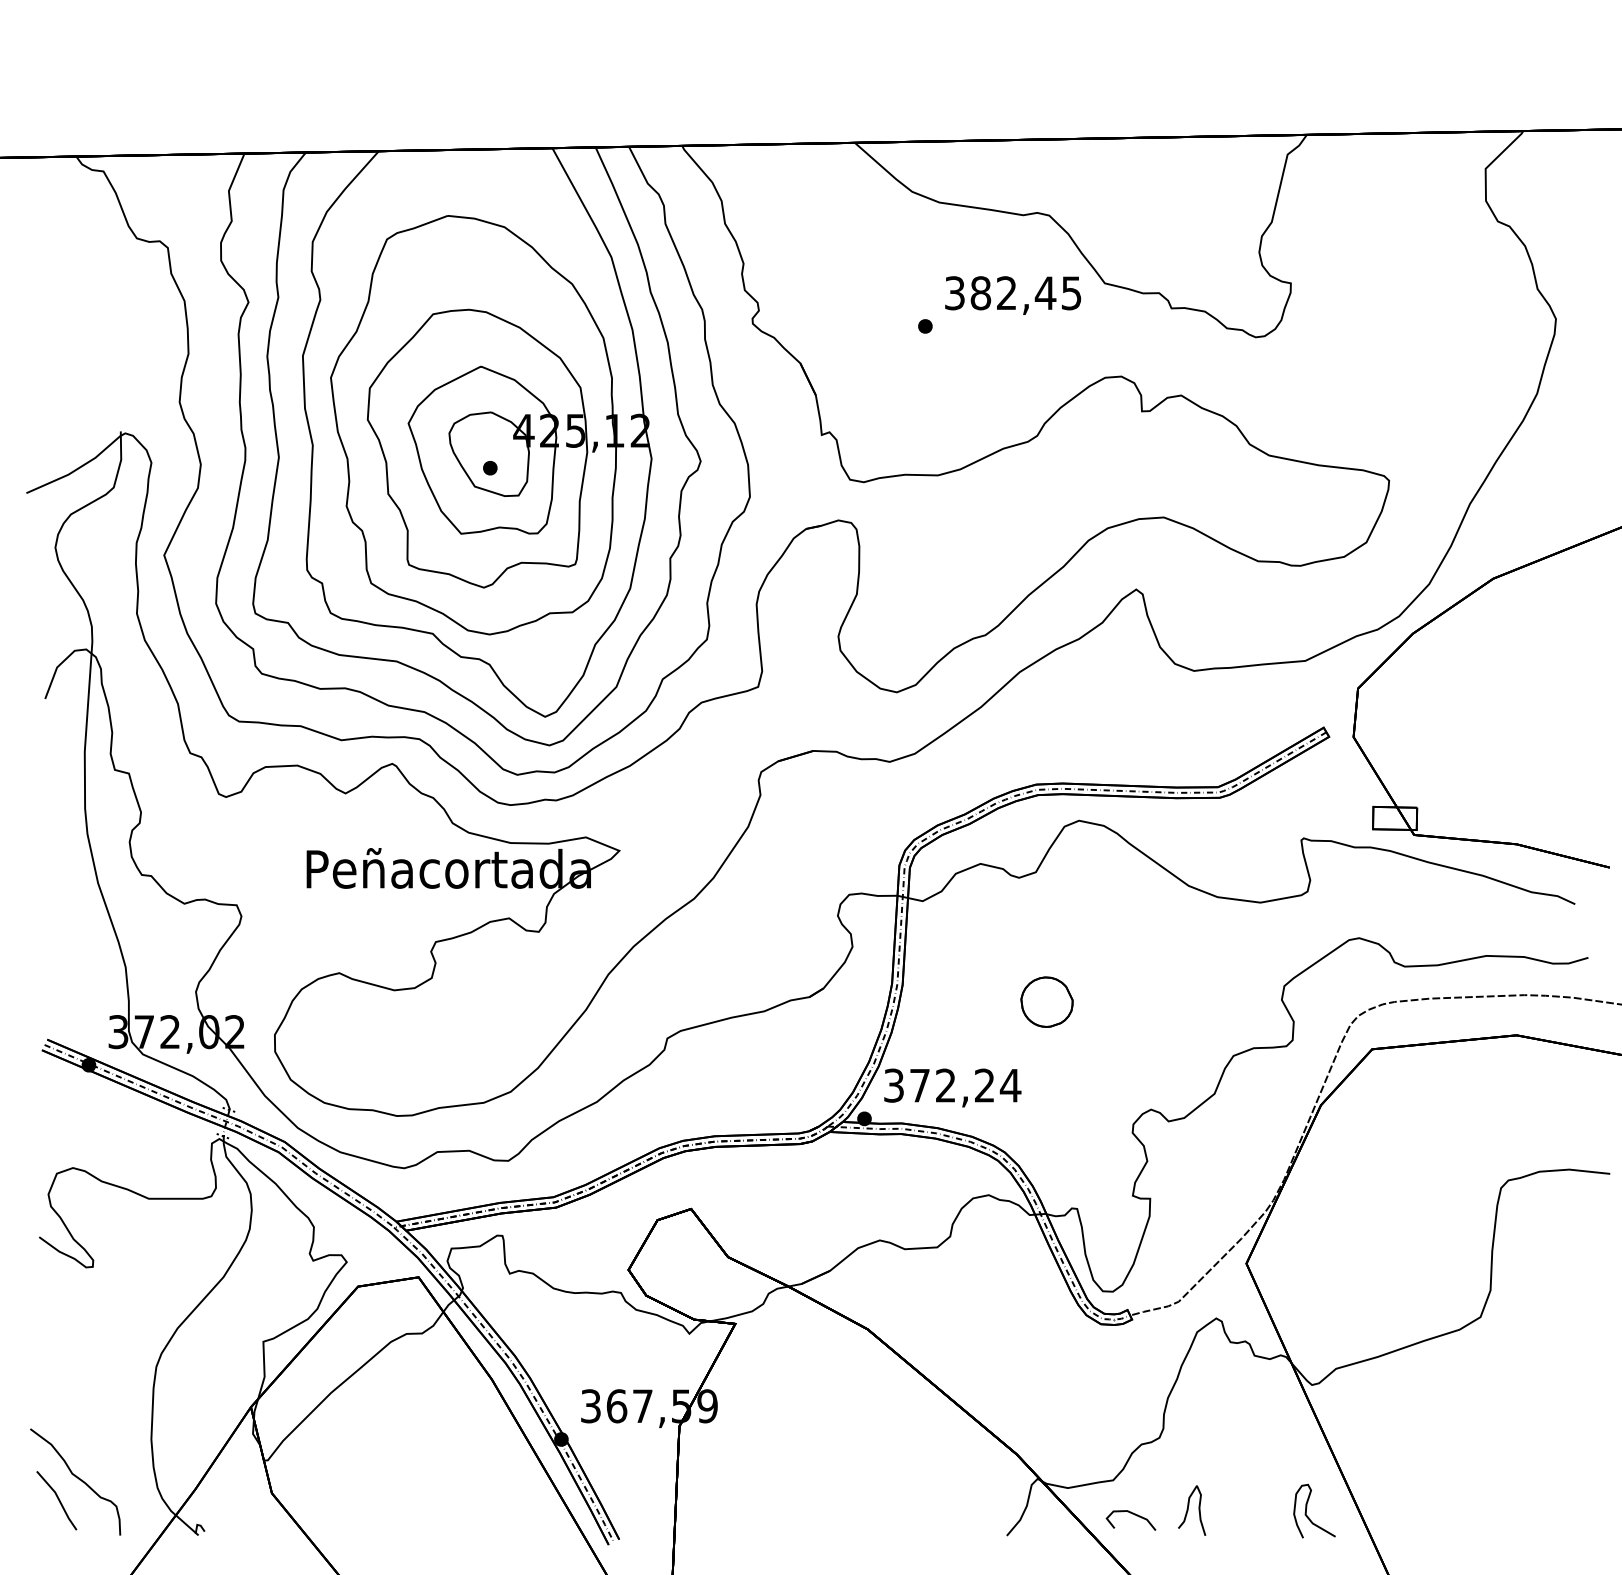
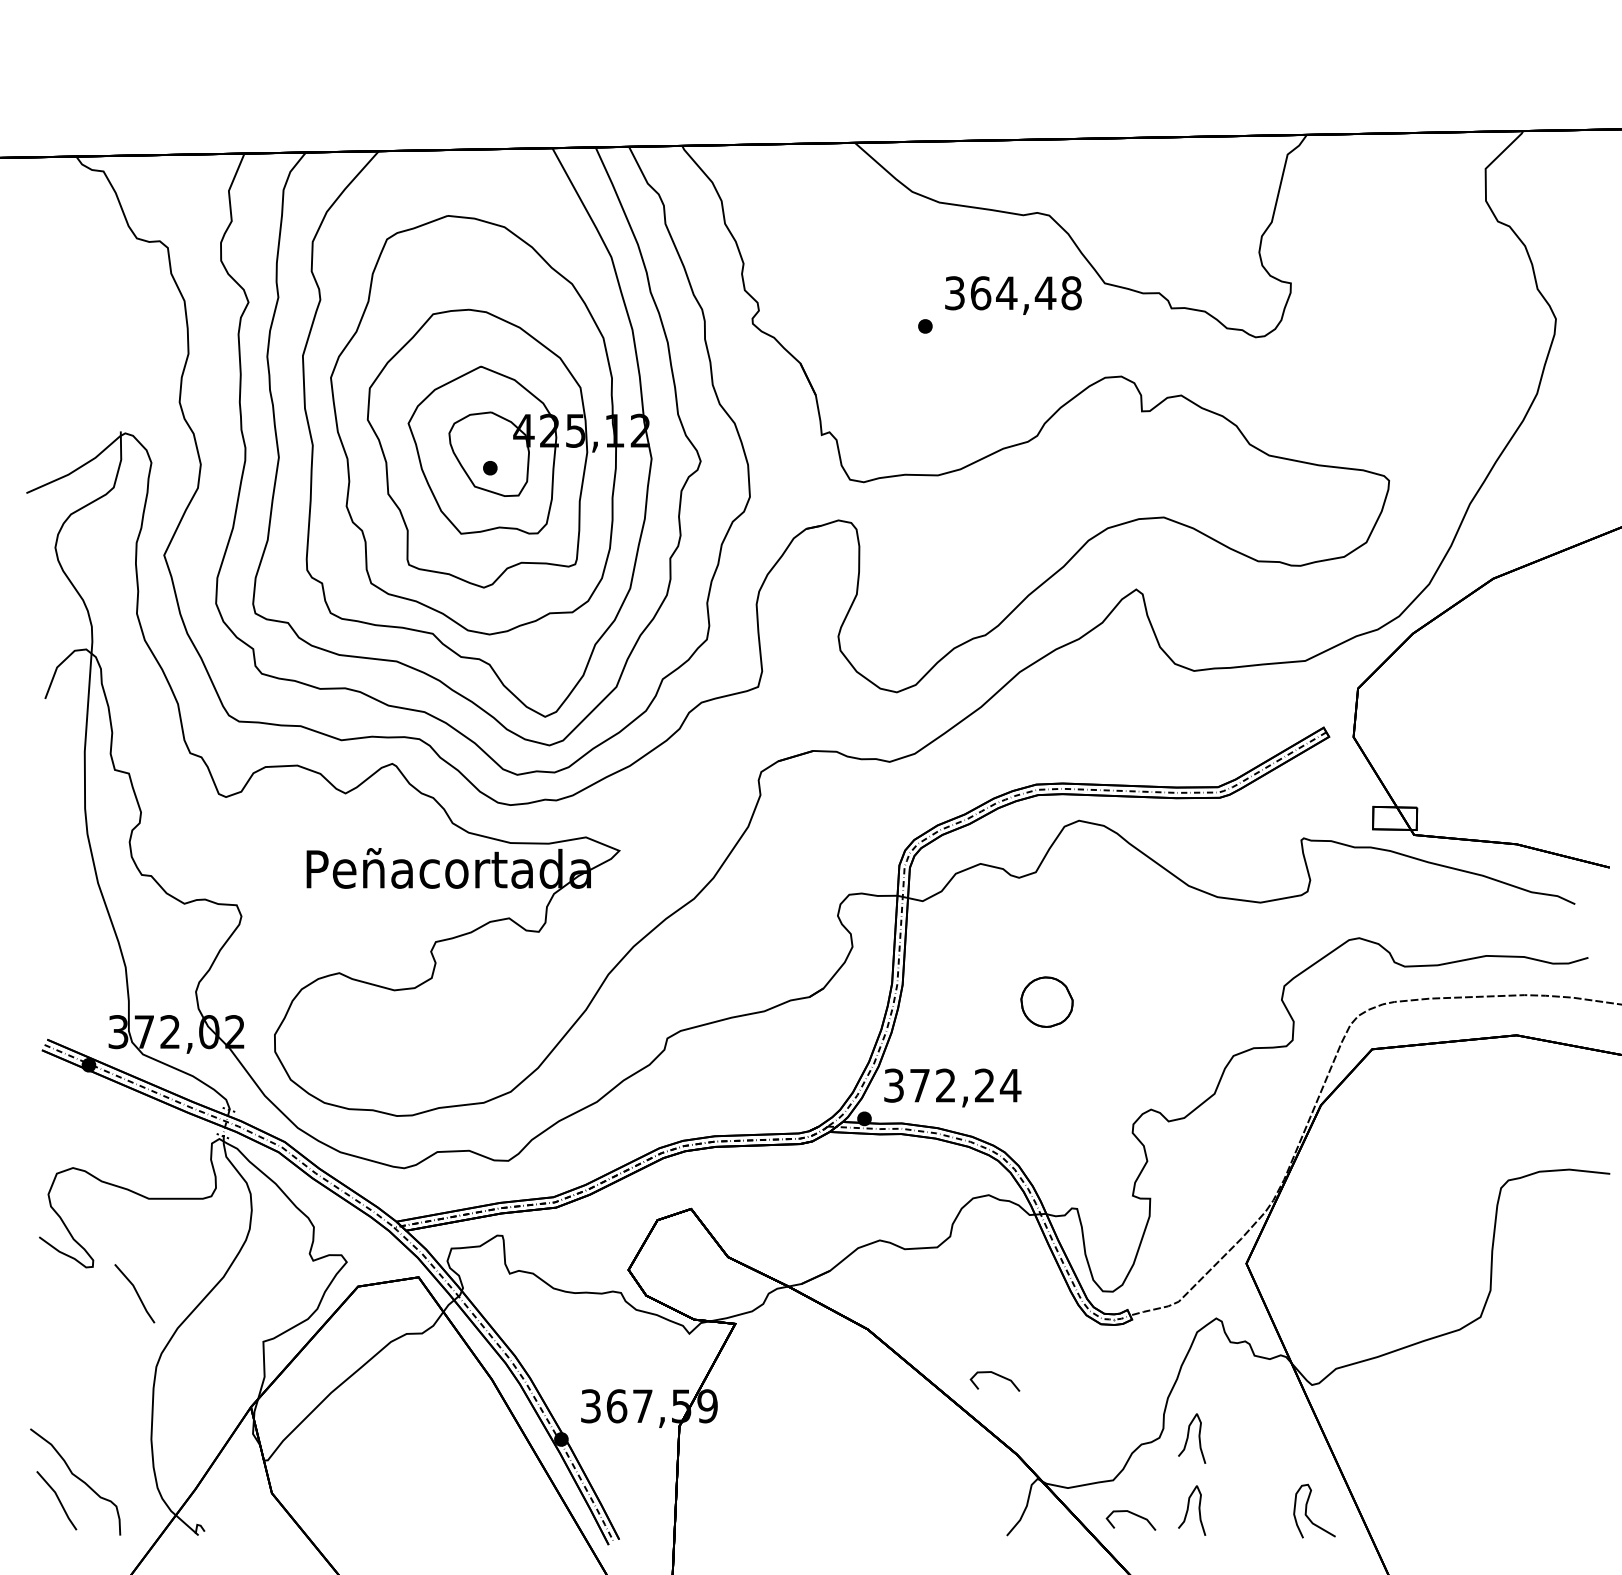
text at (1025, 293): 382,45 -> 364,48
line at (135, 1292): none -> present
curve at (996, 1375): none -> present
curve at (1188, 1438): none -> present
